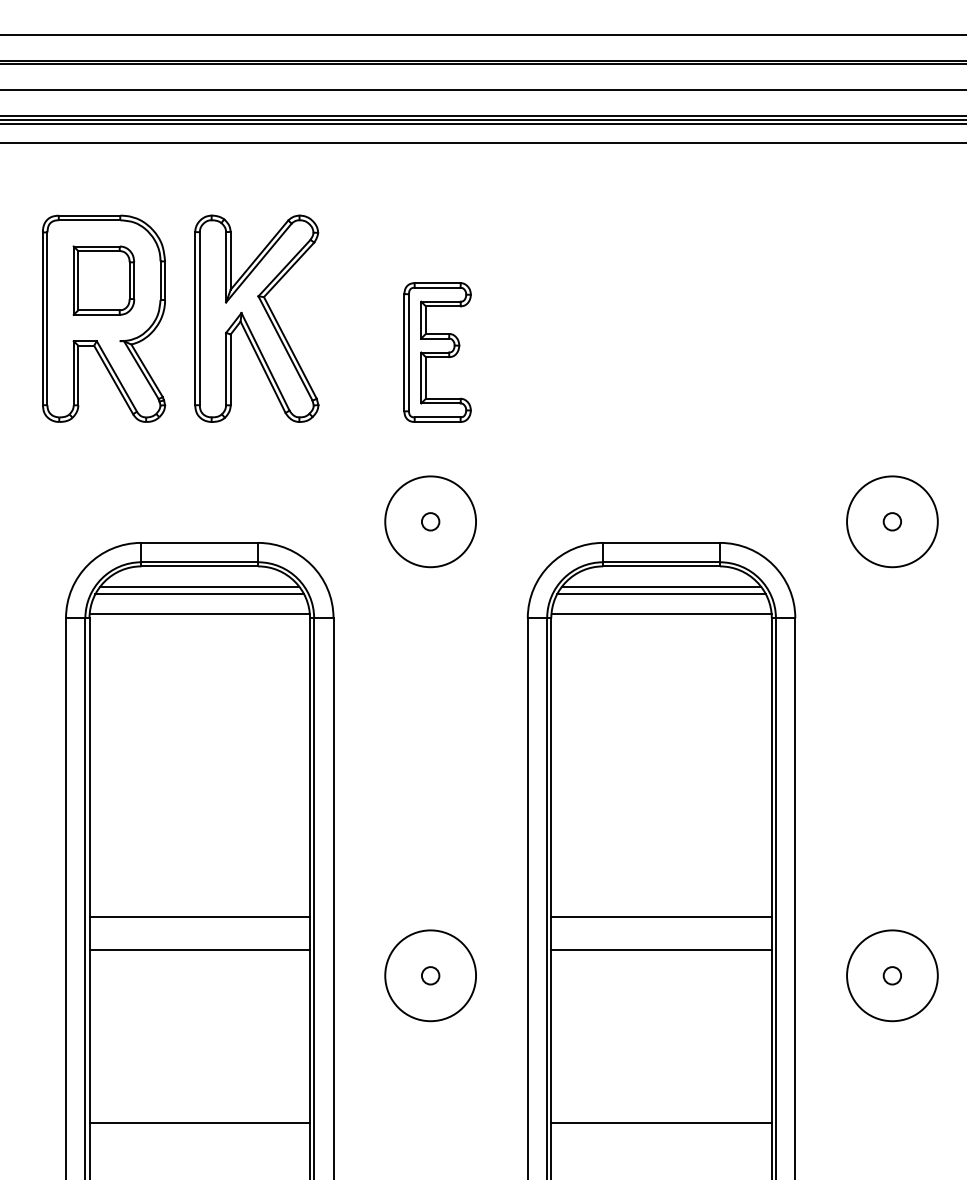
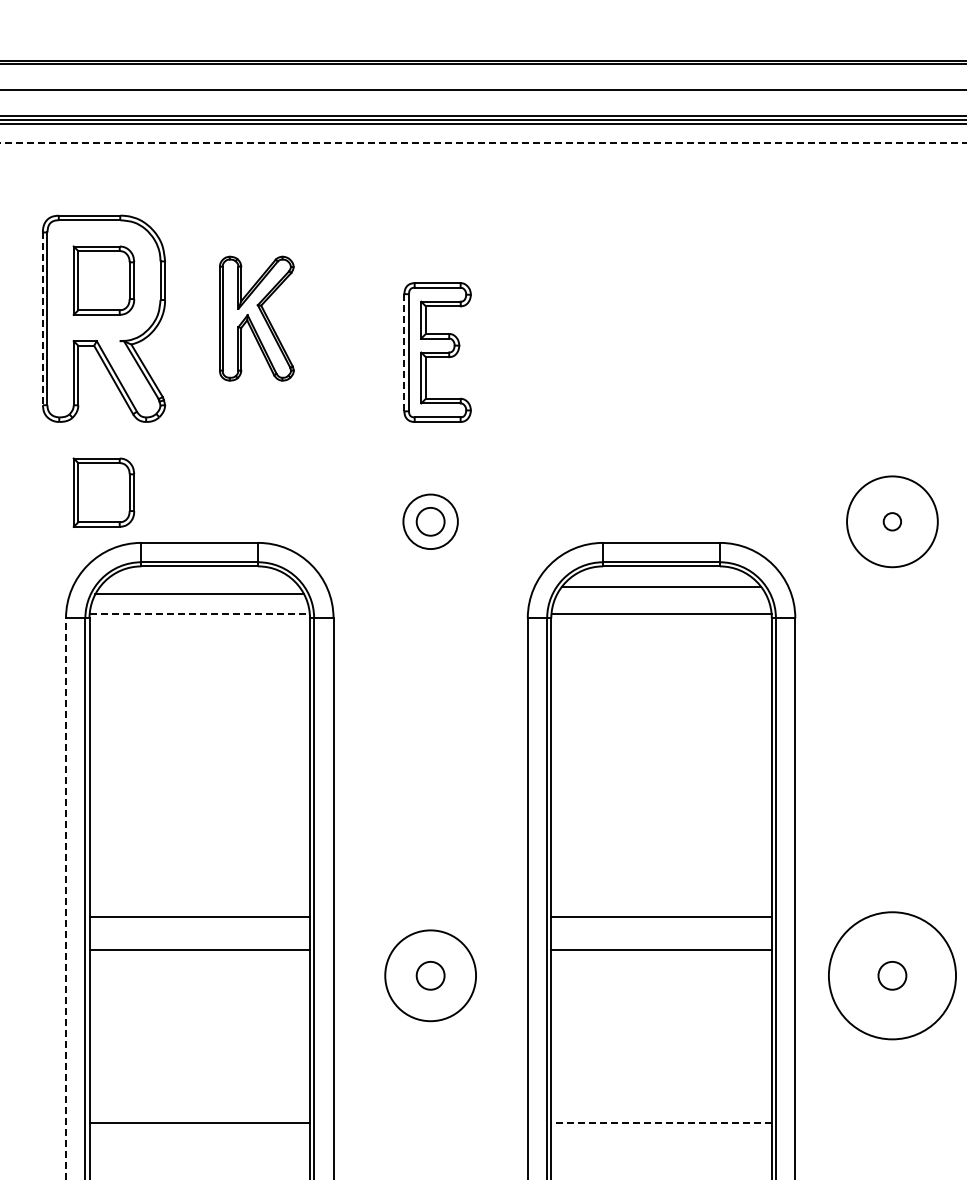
line at (482, 35): present -> none
line at (483, 143): solid -> dashed
part at (256, 318) size: 126x209 px -> 76x127 px
line at (42, 319): solid -> dashed
line at (404, 352): solid -> dashed
part at (103, 492): none -> present
circle at (430, 521) diameter: 17 px -> 28 px
circle at (430, 521) diameter: 91 px -> 54 px
line at (199, 586): present -> none
line at (661, 594): present -> none
line at (200, 613): solid -> dashed
line at (66, 898): solid -> dashed
circle at (430, 975) diameter: 17 px -> 28 px
circle at (892, 975) diameter: 17 px -> 28 px
circle at (892, 975) diameter: 91 px -> 127 px
line at (661, 1122): solid -> dashed
